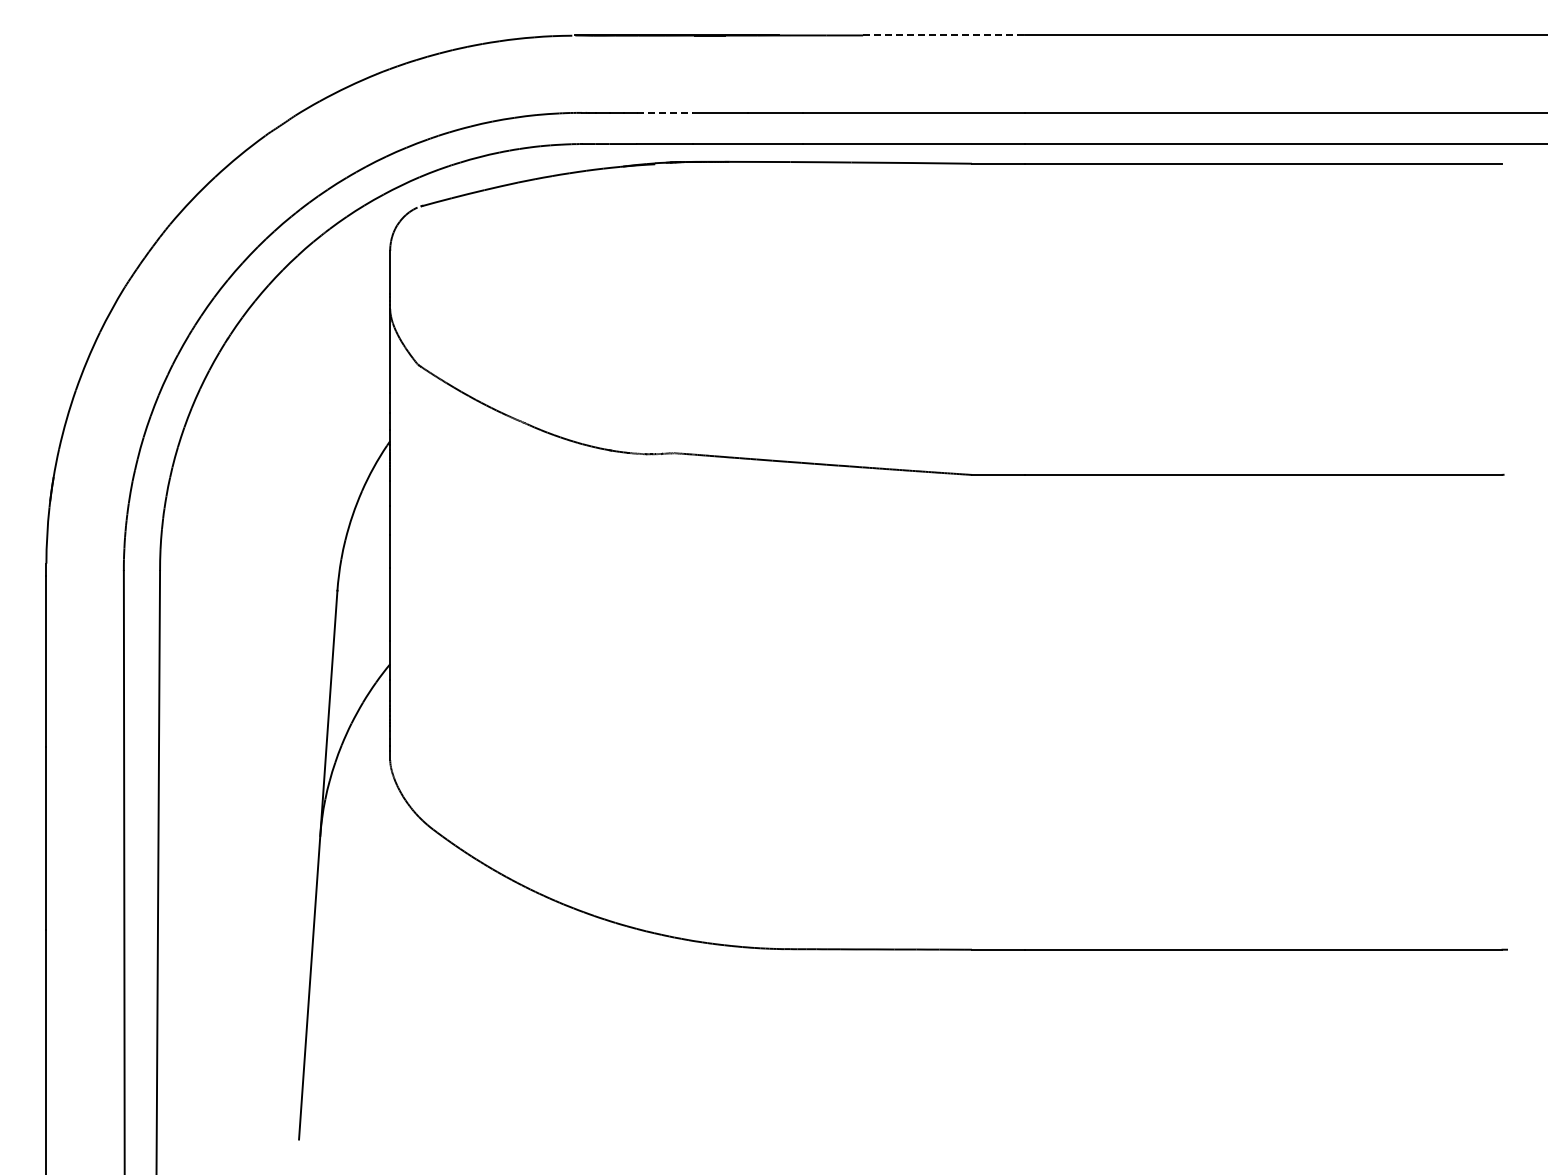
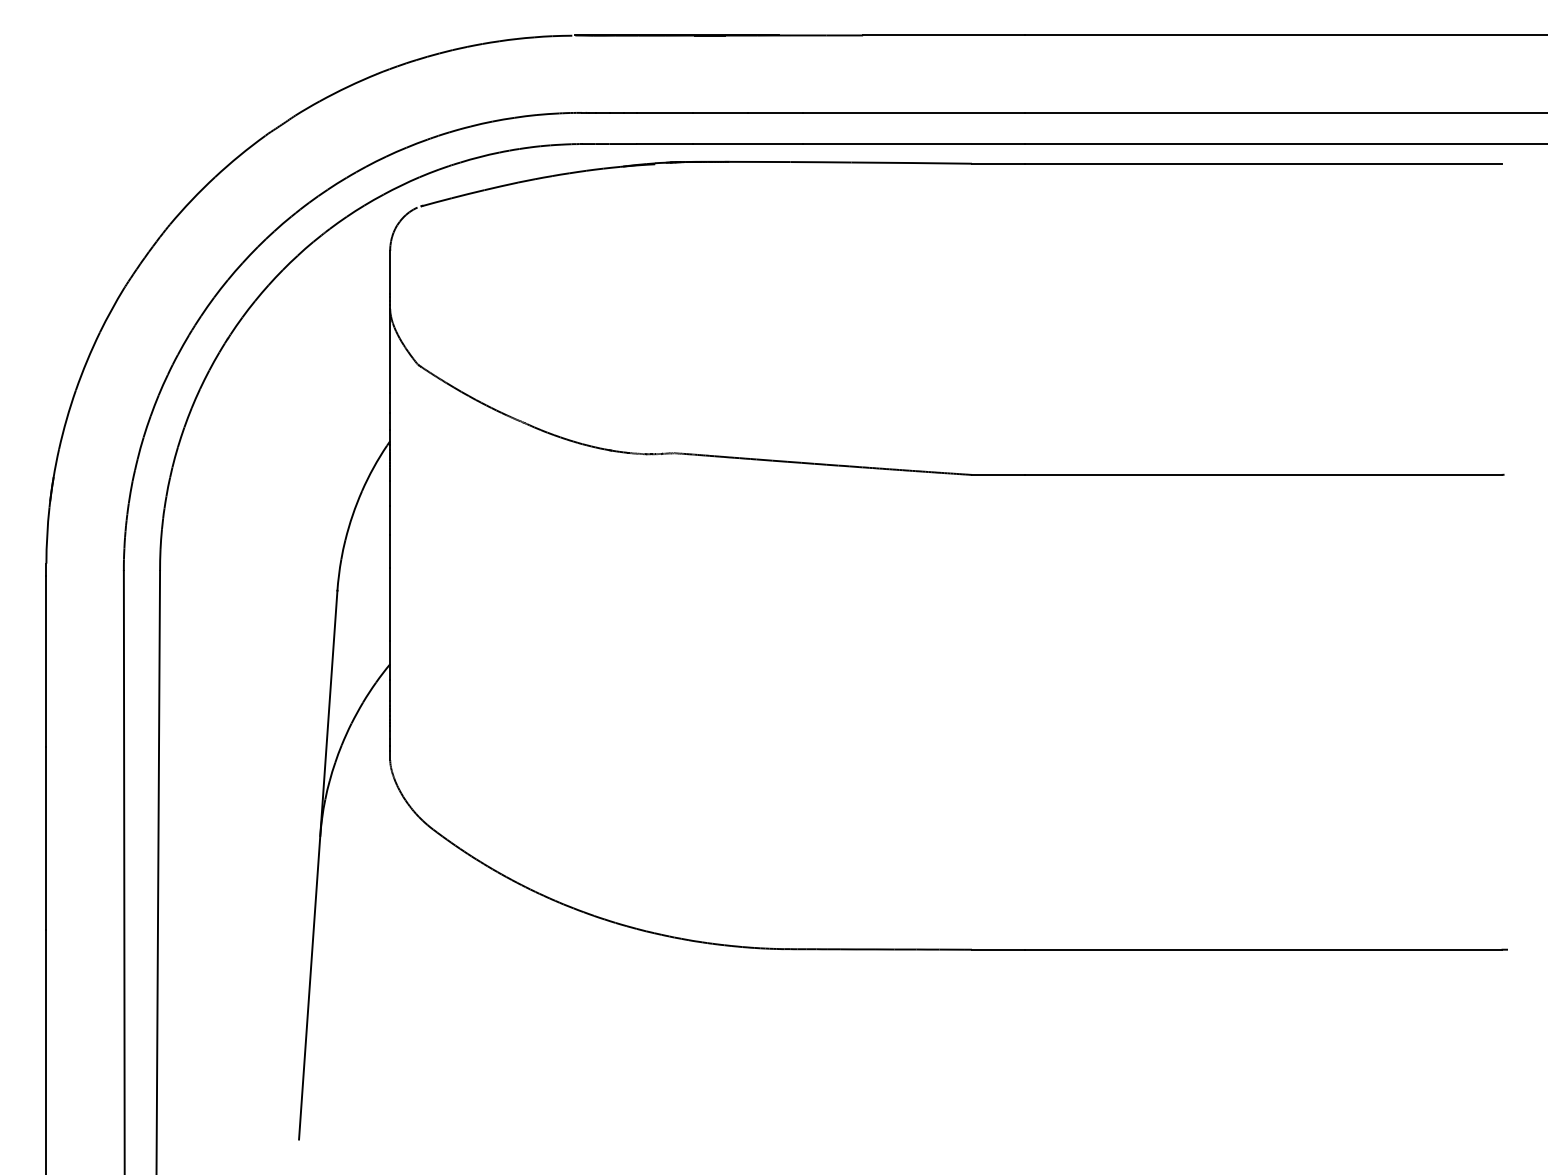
line at (943, 35): dashed -> solid
line at (665, 112): dashed -> solid
